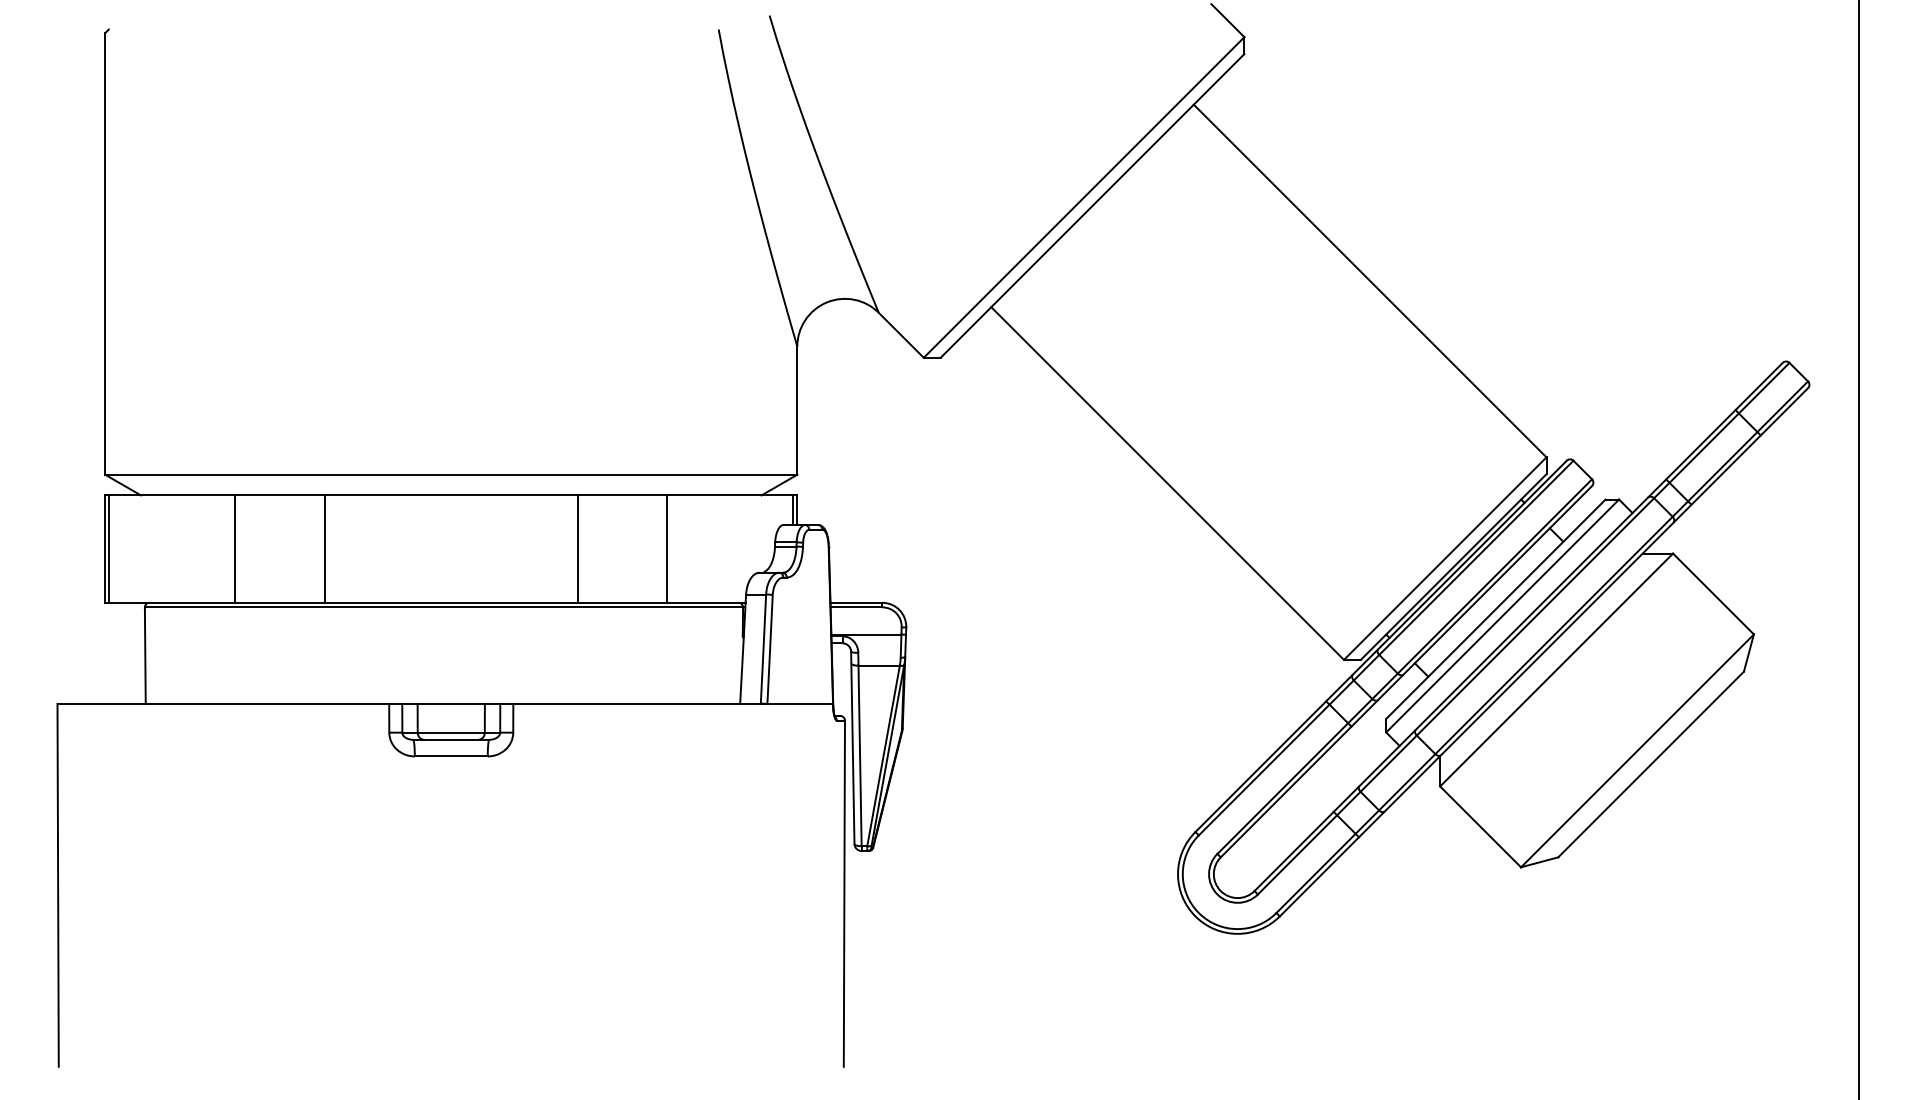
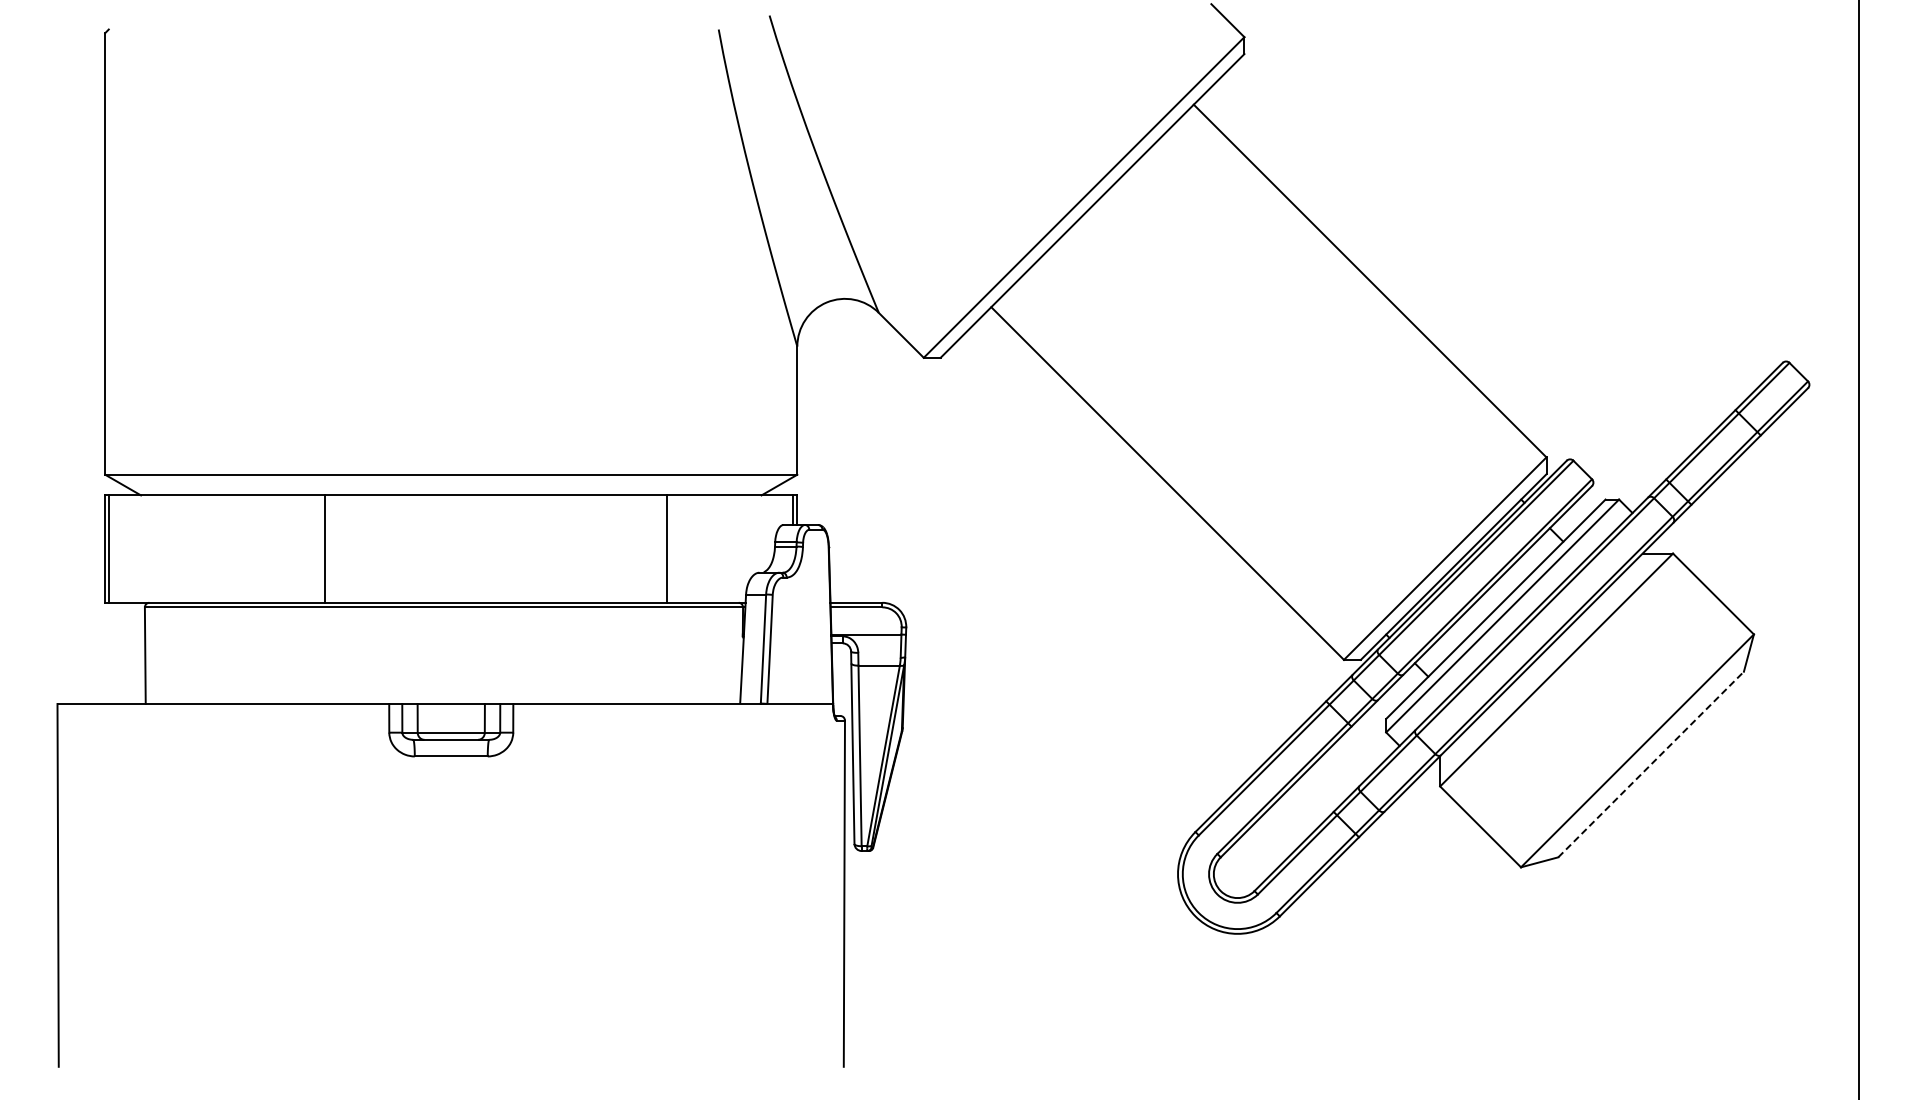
line at (235, 548): present -> none
line at (577, 548): present -> none
line at (1651, 764): solid -> dashed
